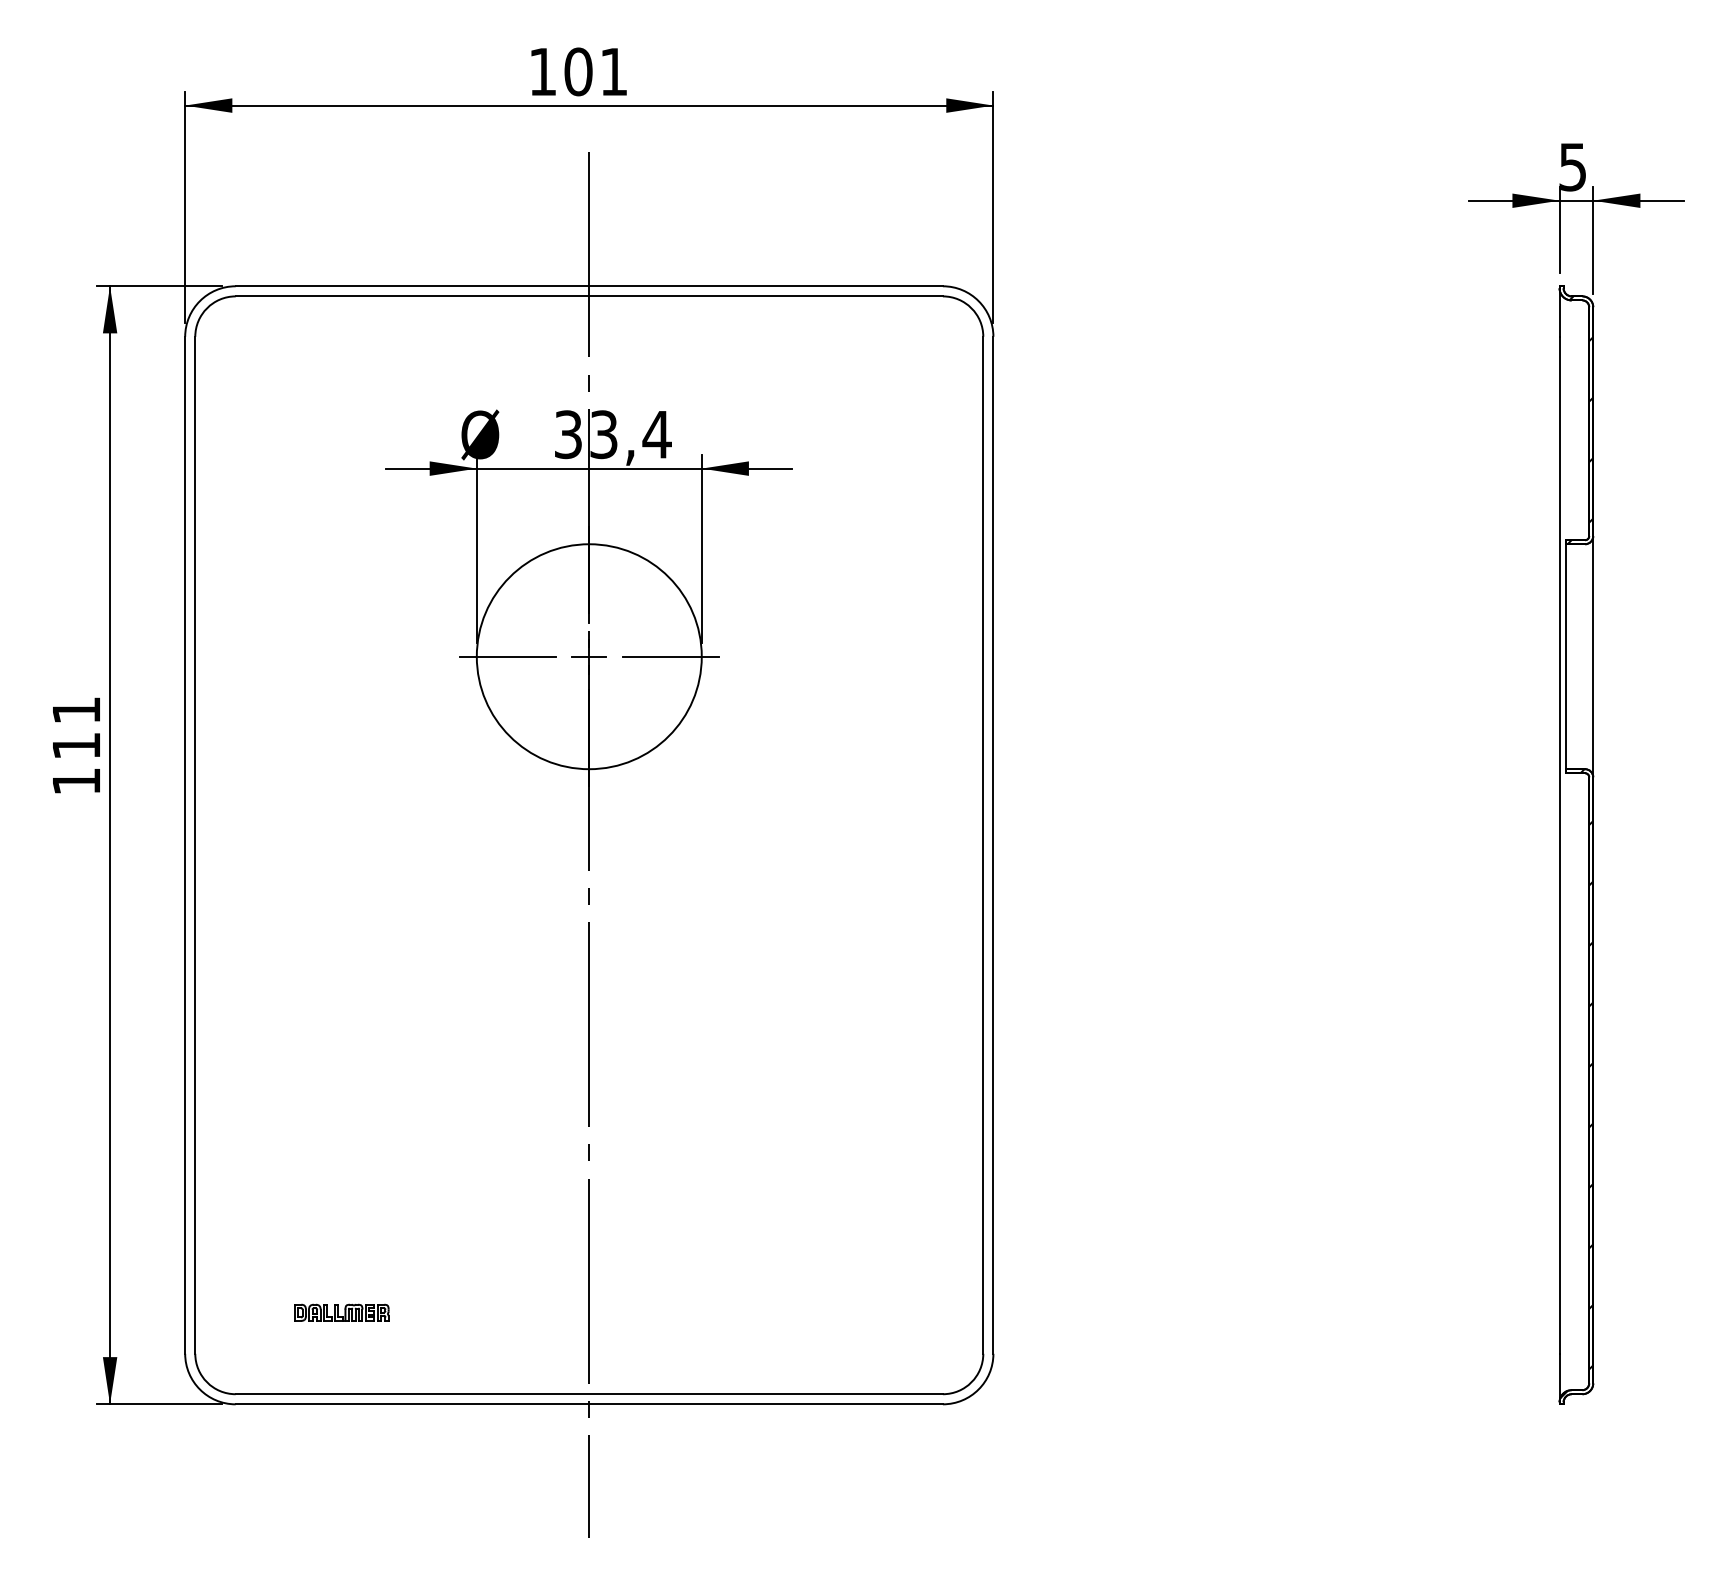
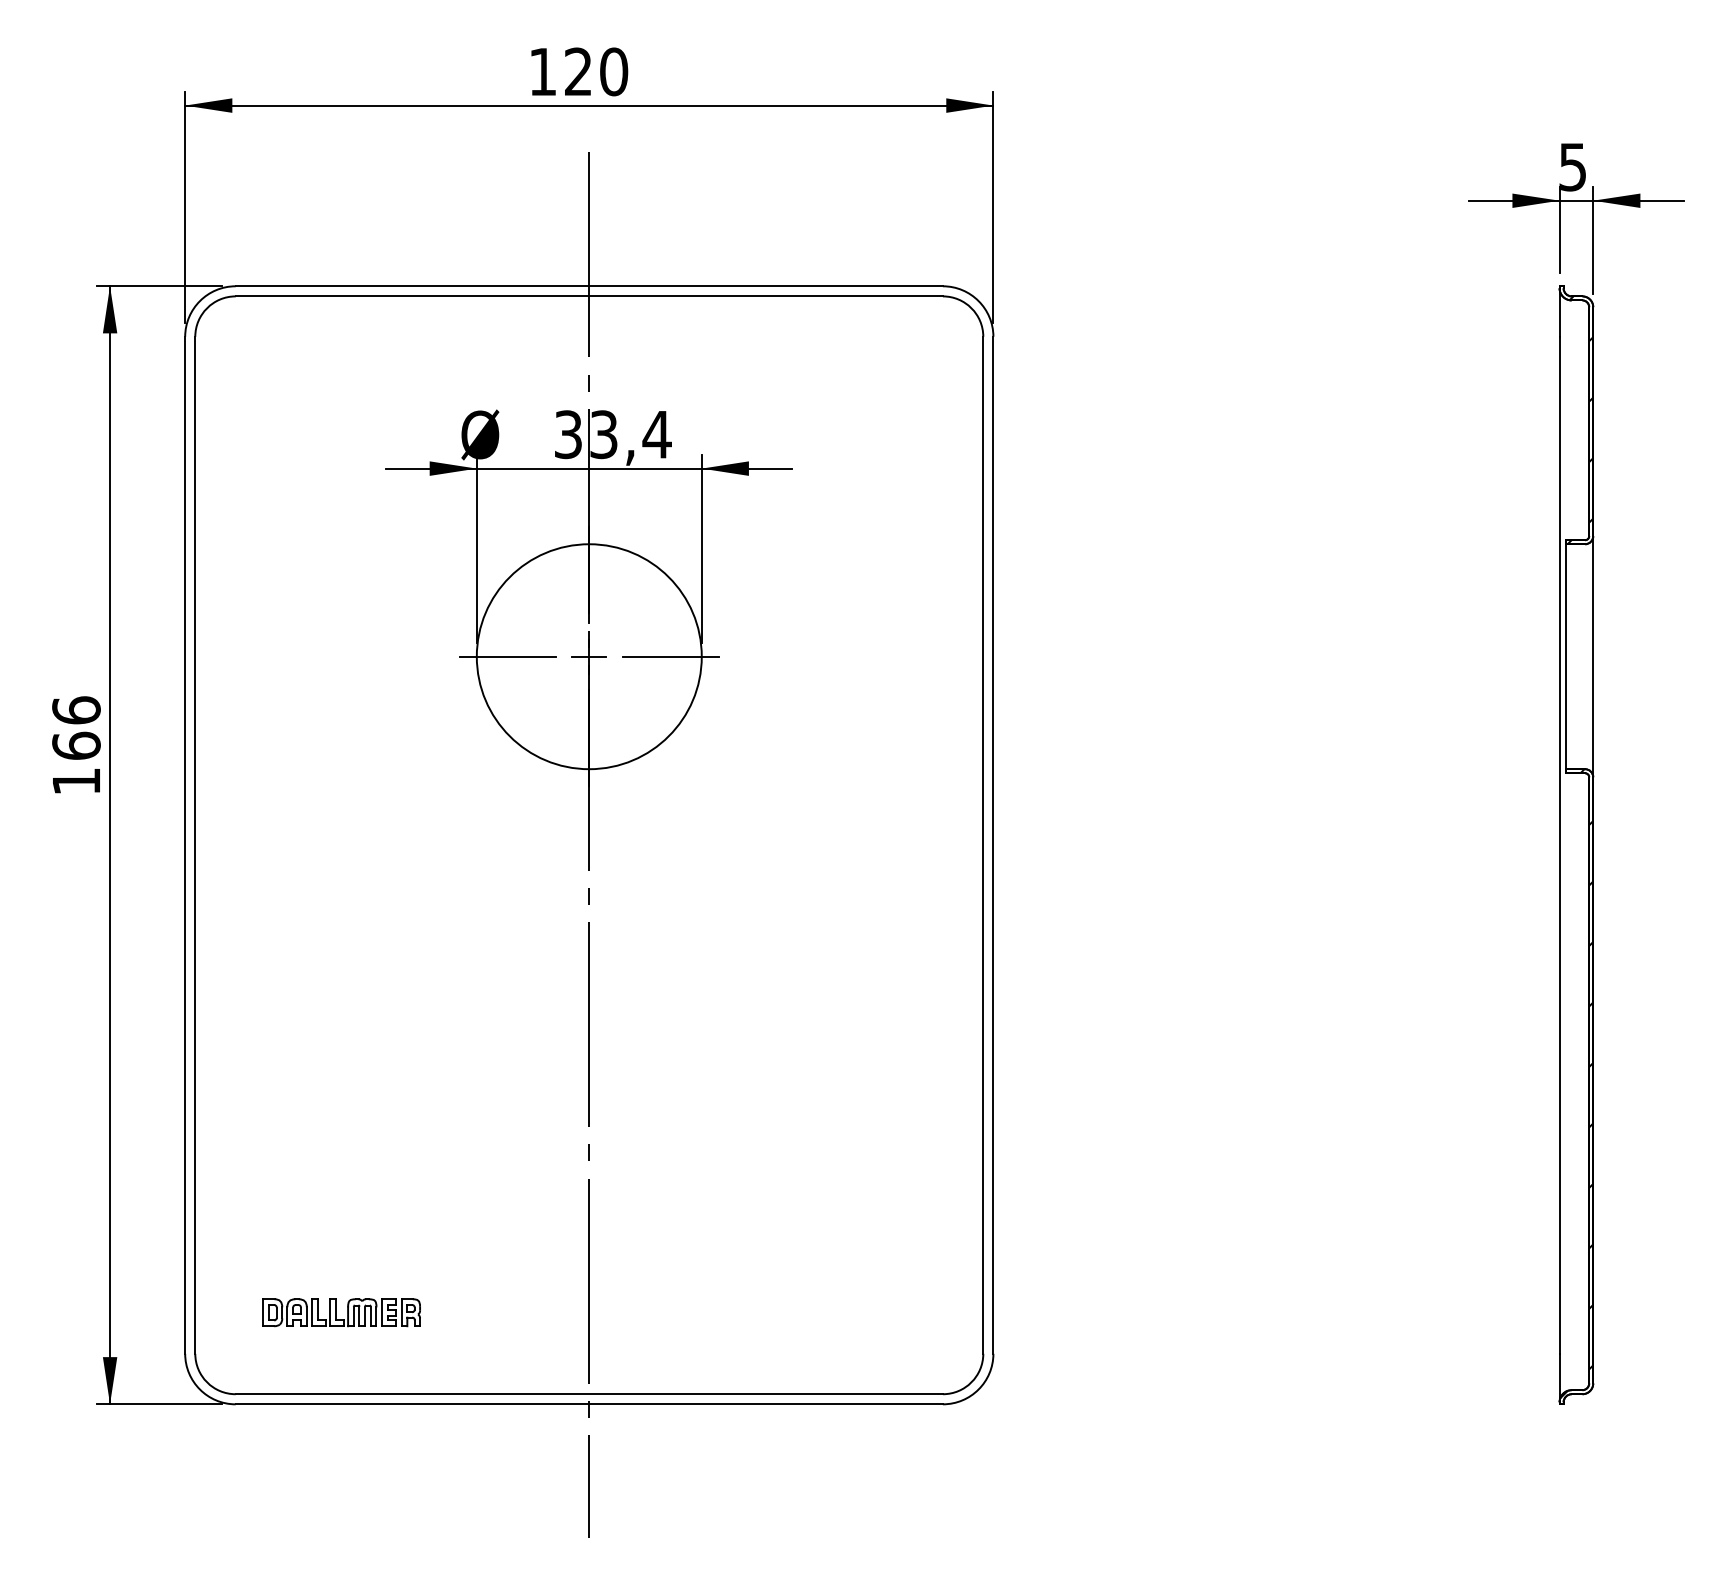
text at (596, 71): 101 -> 120
text at (76, 727): 111 -> 166
part at (341, 1312) size: 96x19 px -> 159x30 px
